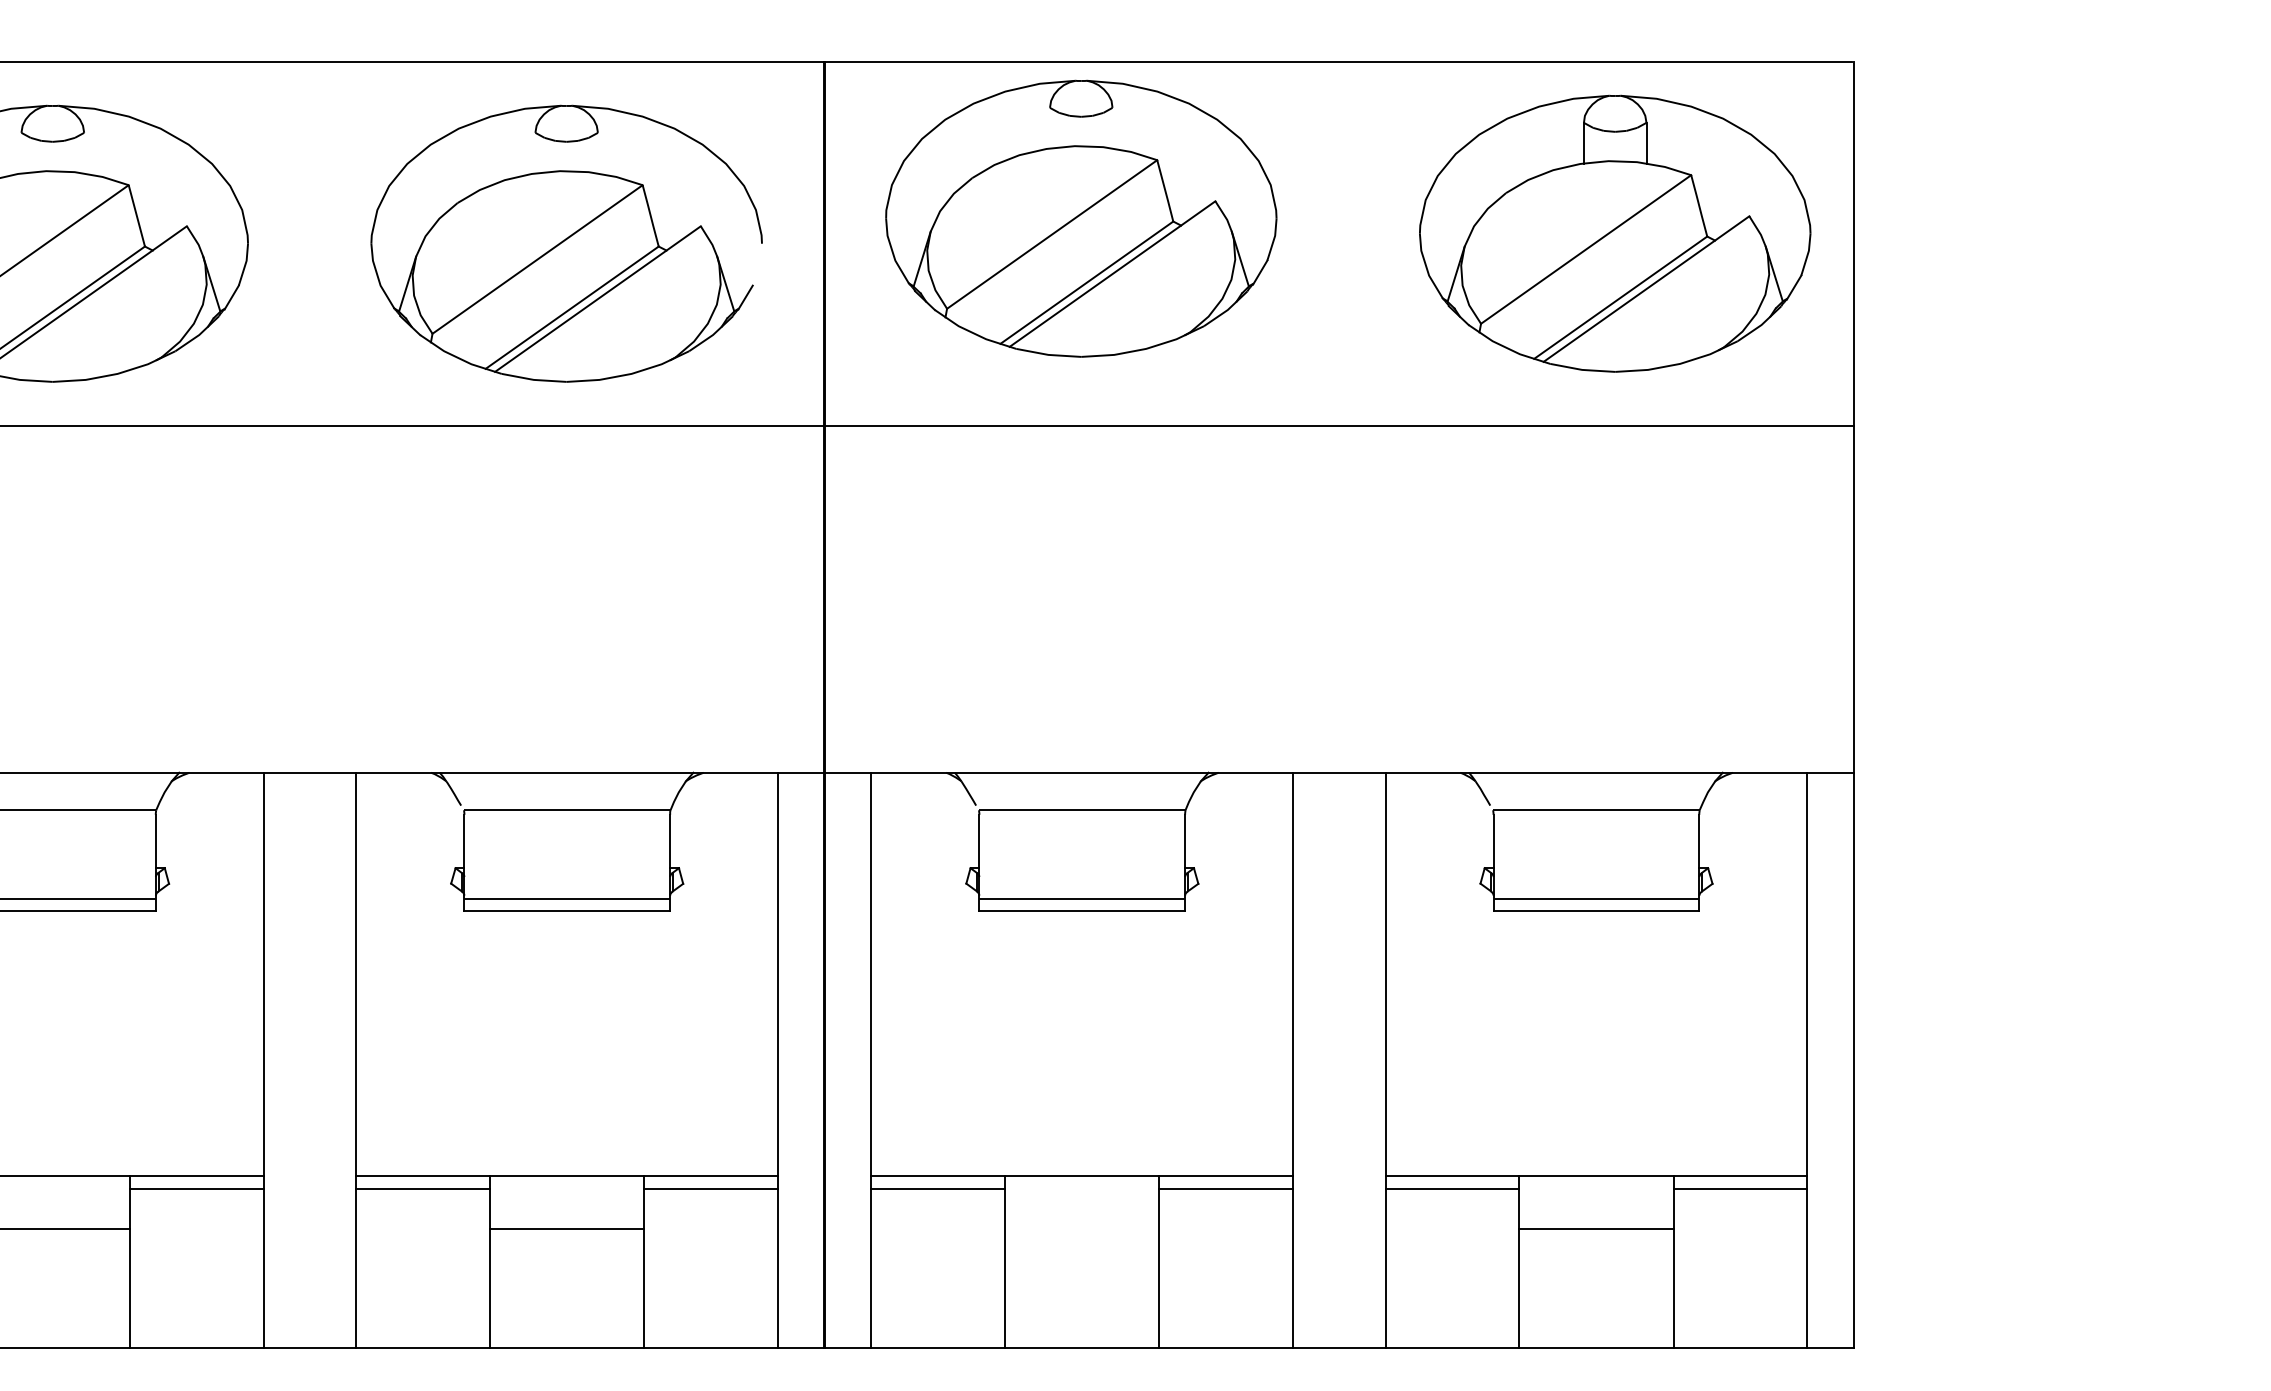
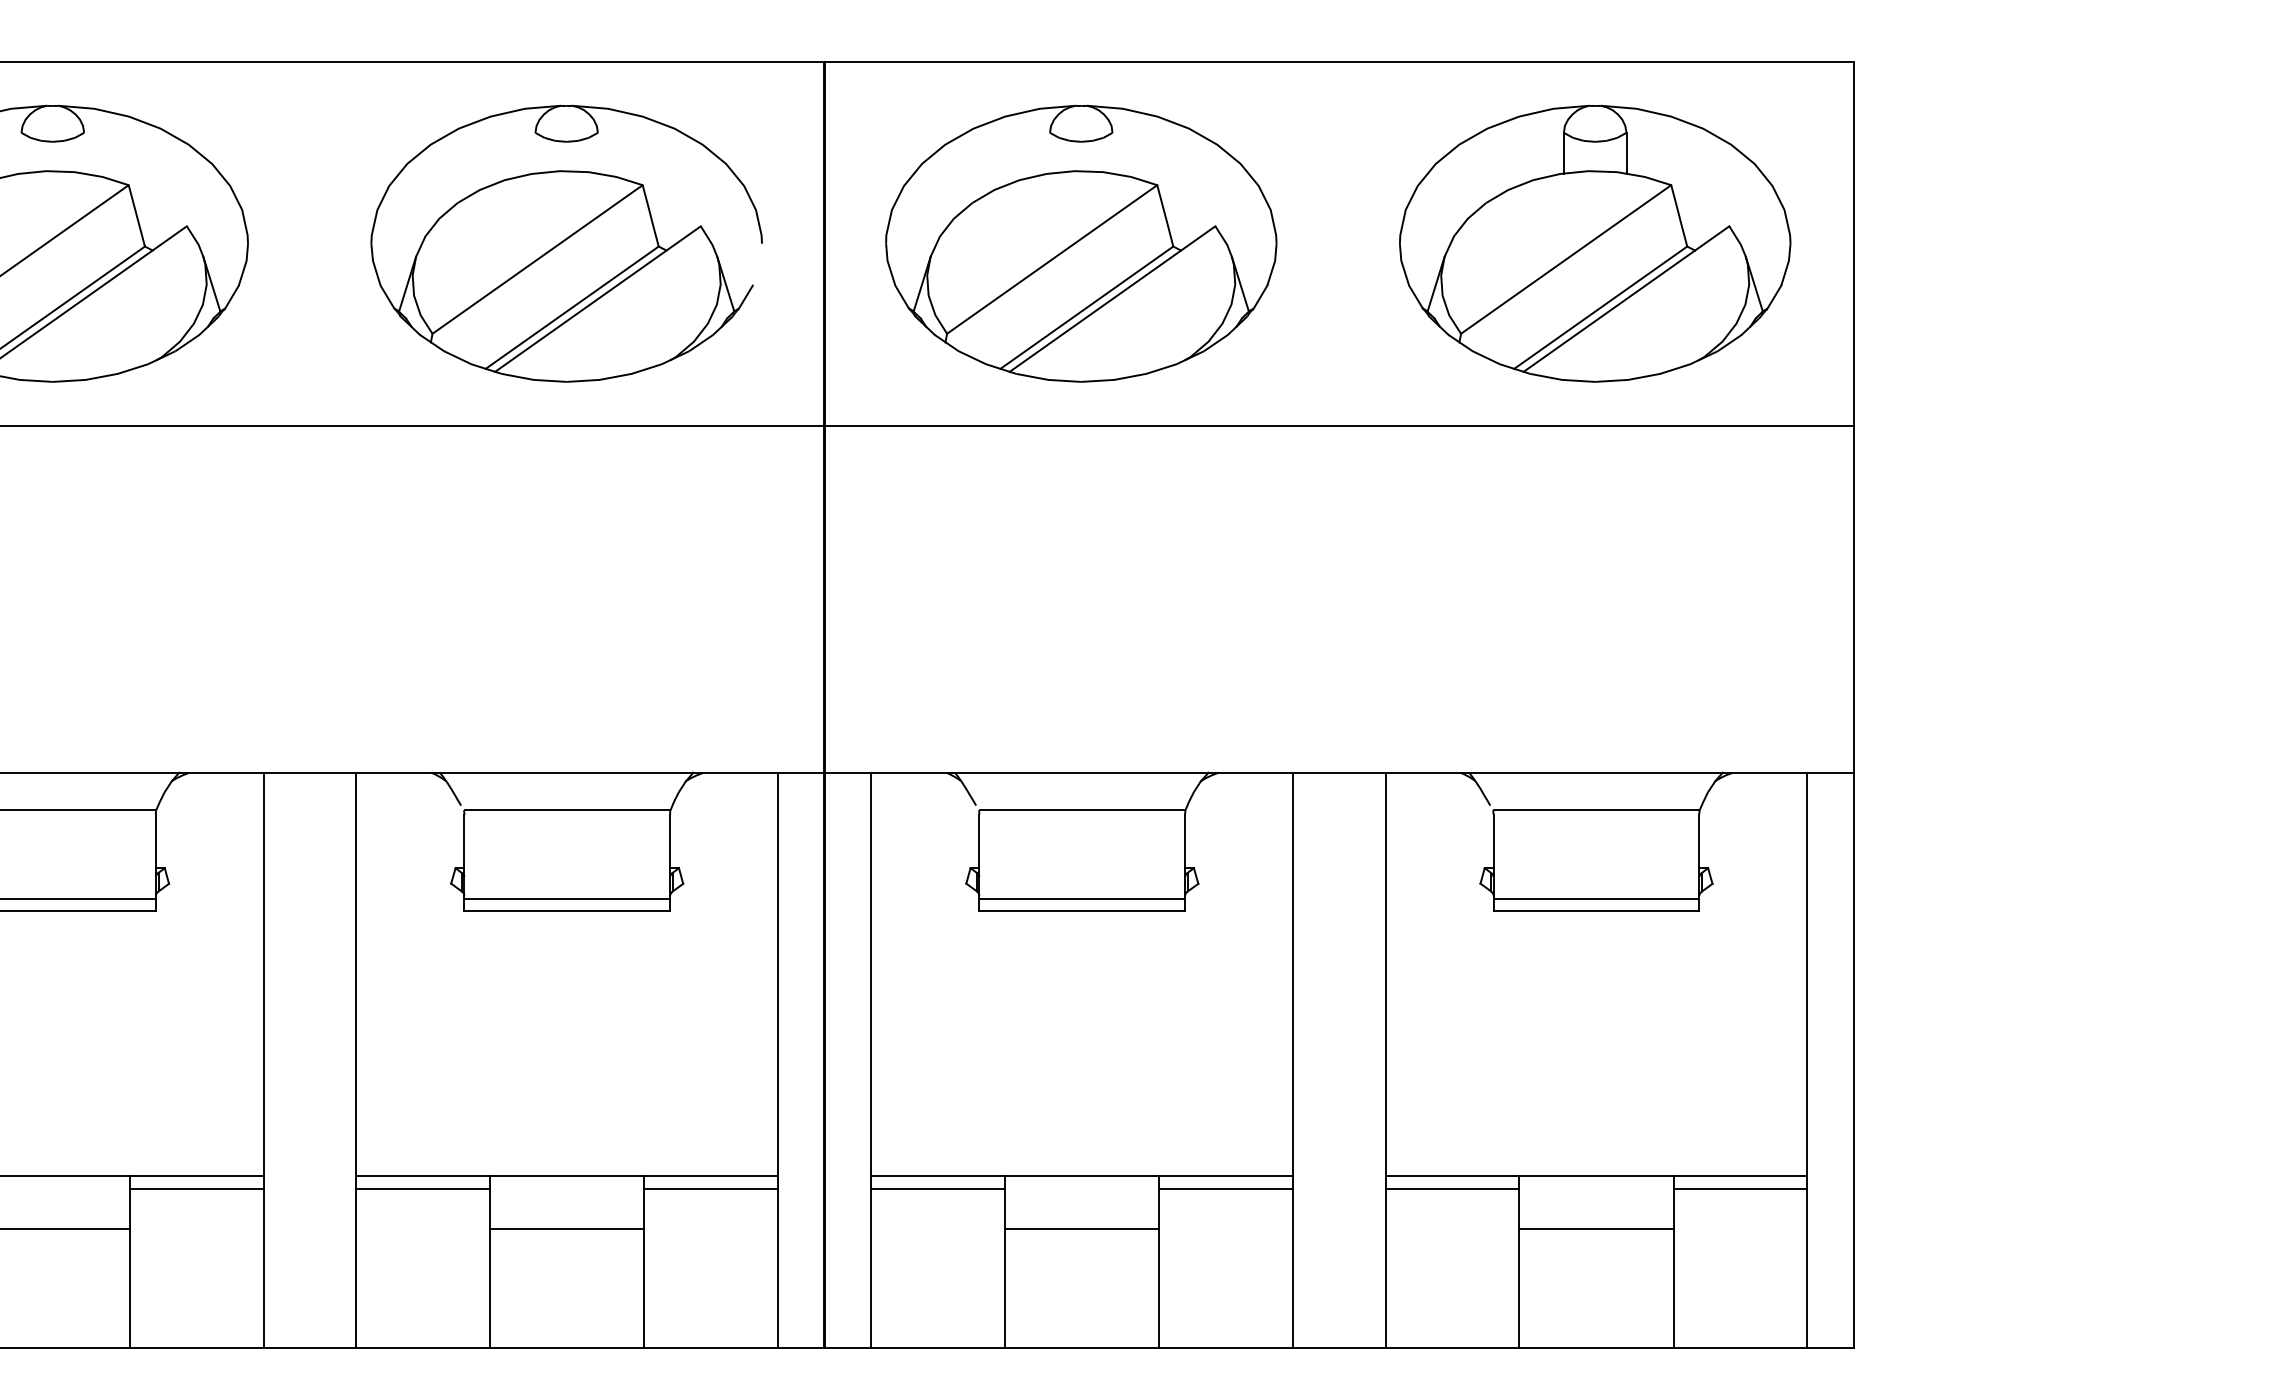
part at (1081, 218) position: (1081, 218) -> (1081, 243)
part at (1615, 233) position: (1615, 233) -> (1595, 243)
line at (1082, 1229): none -> present
